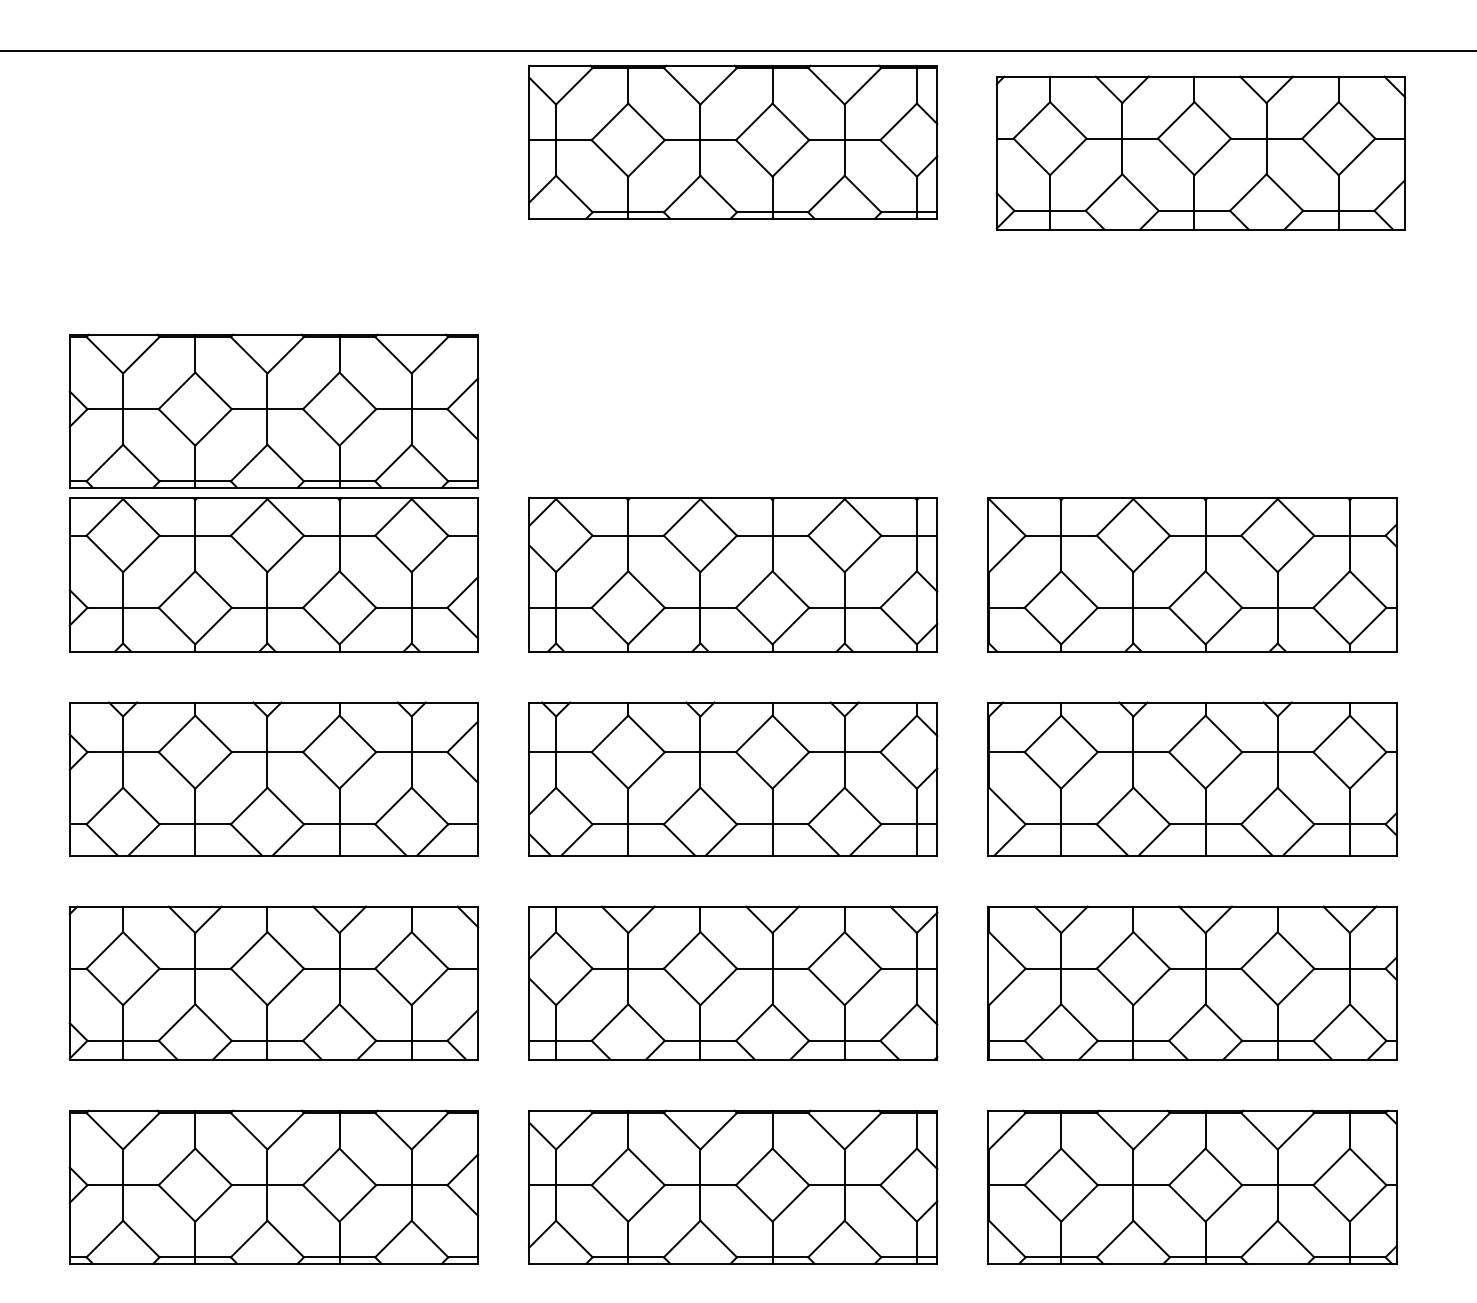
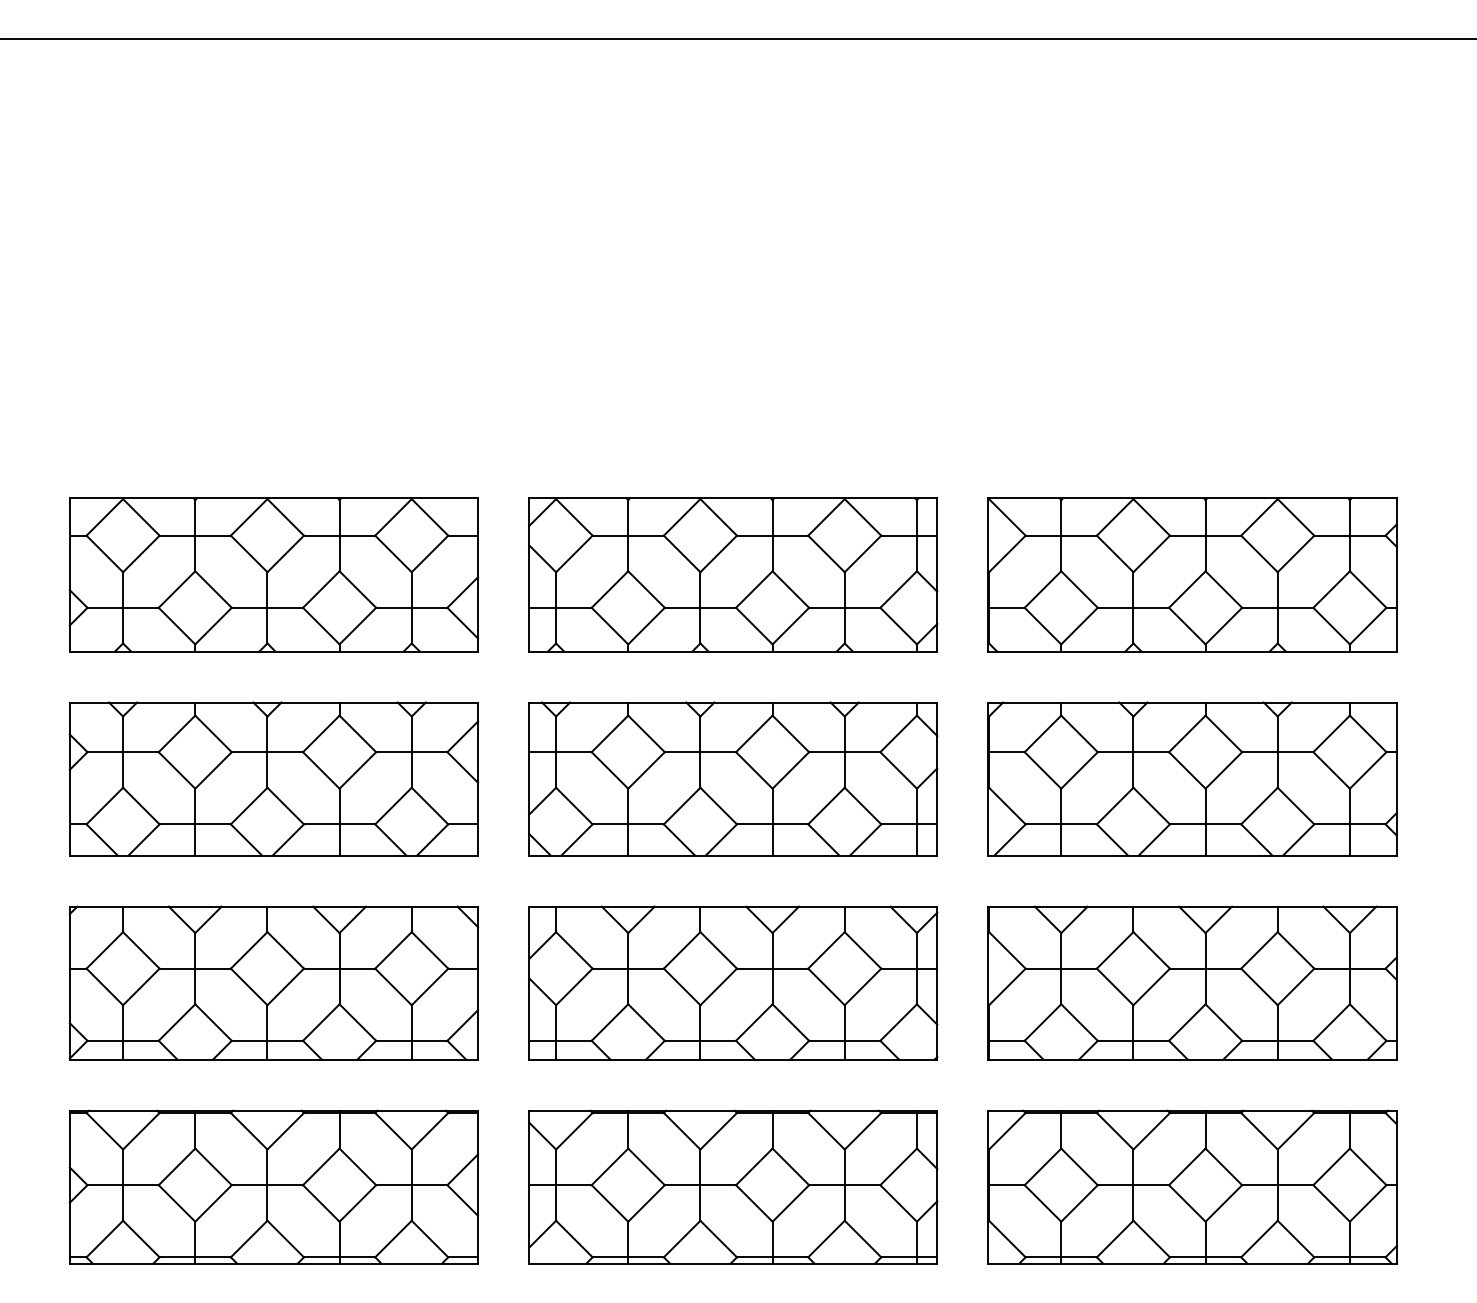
line at (737, 51) position: (737, 51) -> (737, 39)
part at (733, 141): present -> none
part at (1200, 152): present -> none
part at (273, 410): present -> none
